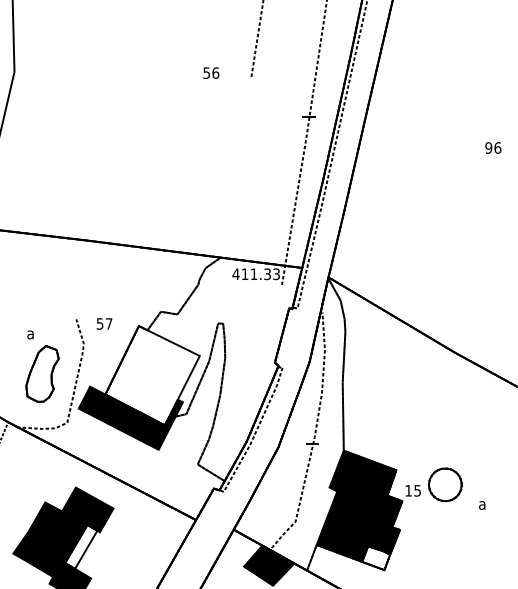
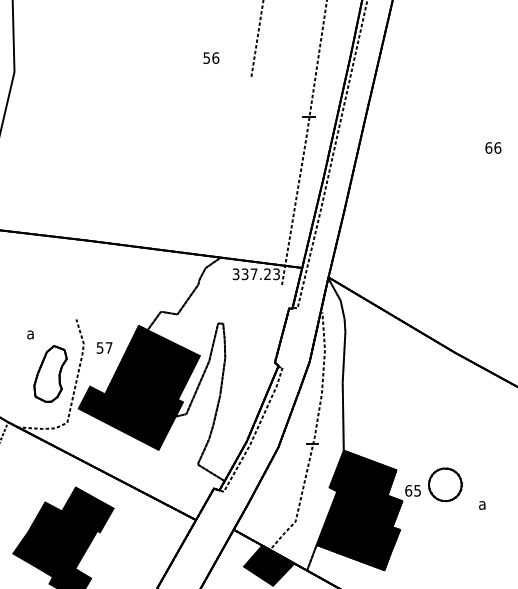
text at (211, 72) position: (211, 72) -> (211, 57)
text at (488, 147): 96 -> 66
text at (251, 274): 411.33 -> 337.23
text at (104, 323) position: (104, 323) -> (104, 347)
part at (42, 373) position: (42, 373) -> (50, 373)
fill at (152, 375): none -> present
text at (408, 490): 15 -> 65
fill at (81, 546): none -> present
fill at (376, 558): none -> present
